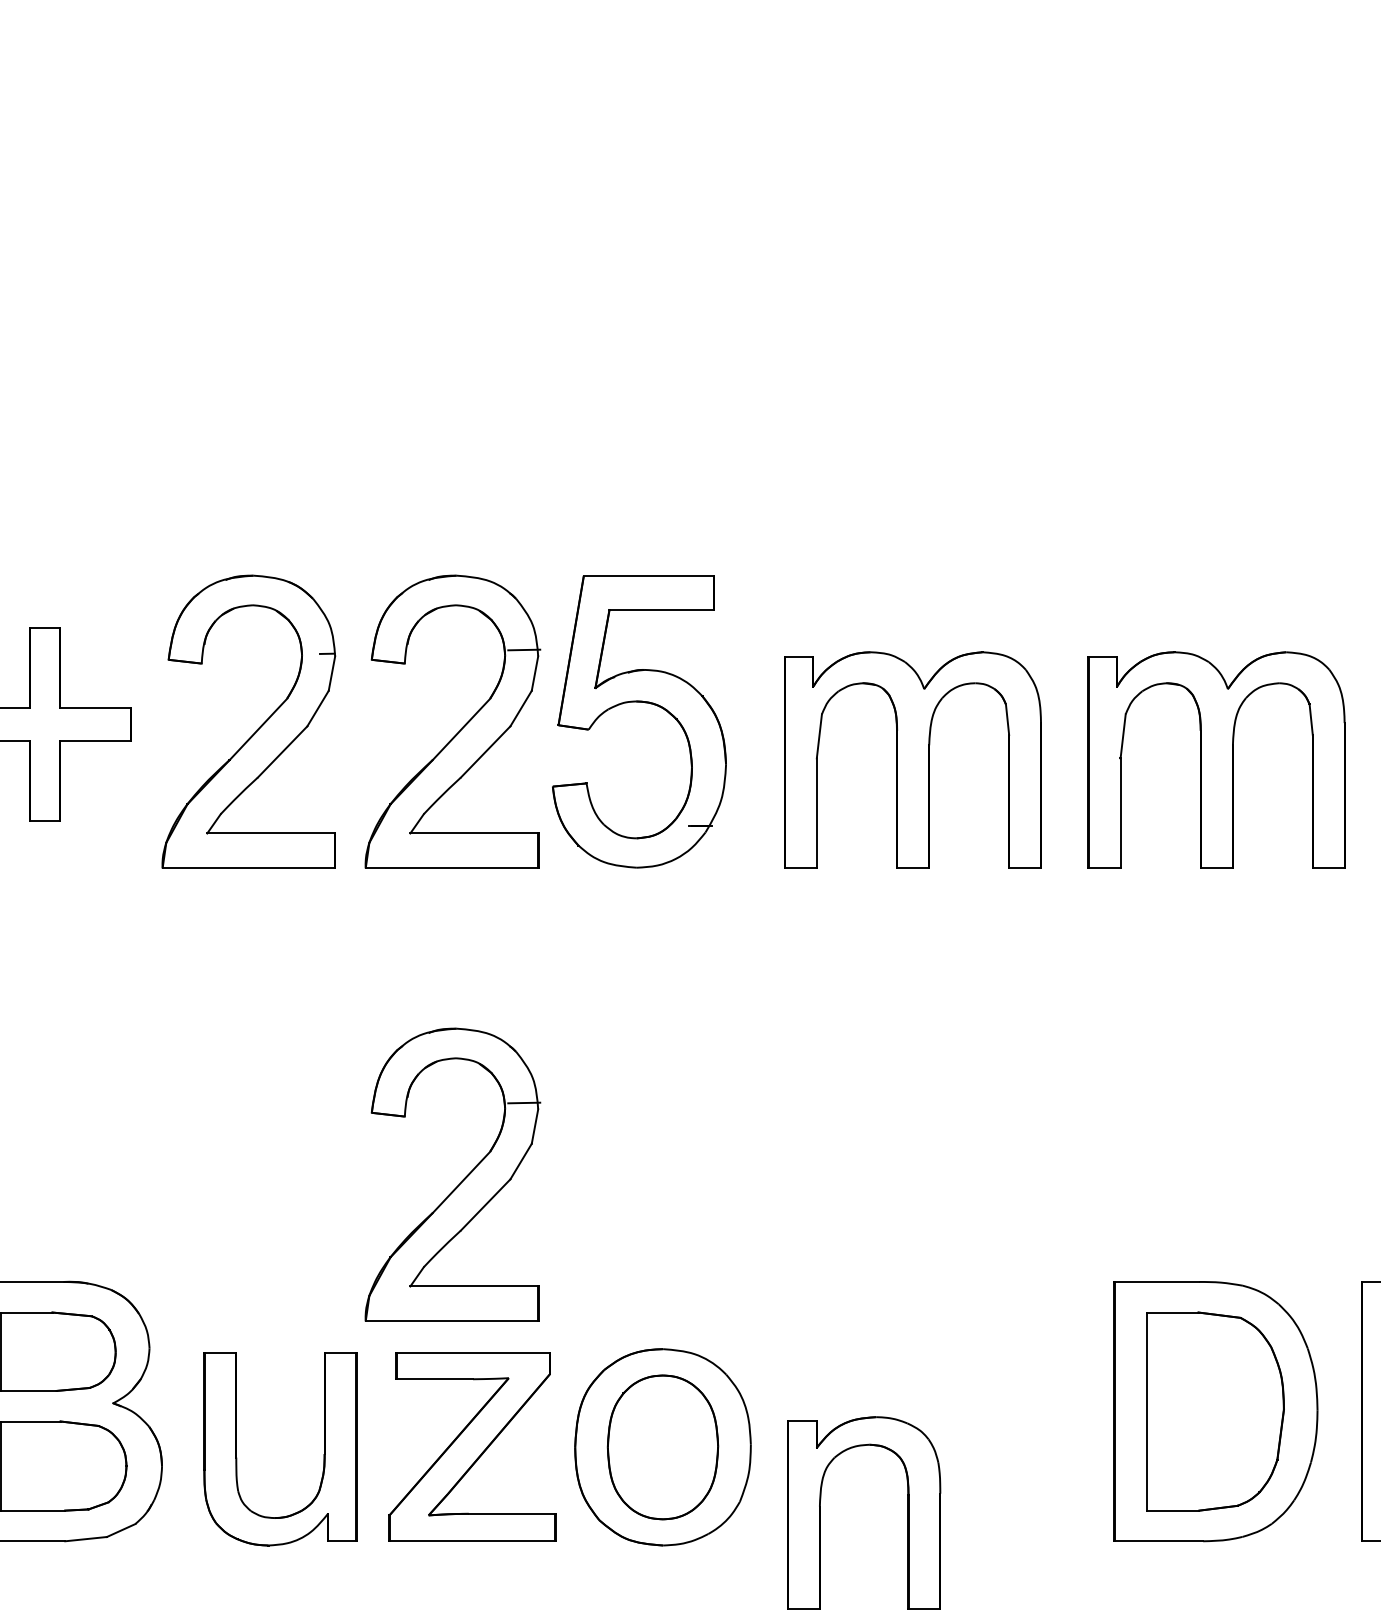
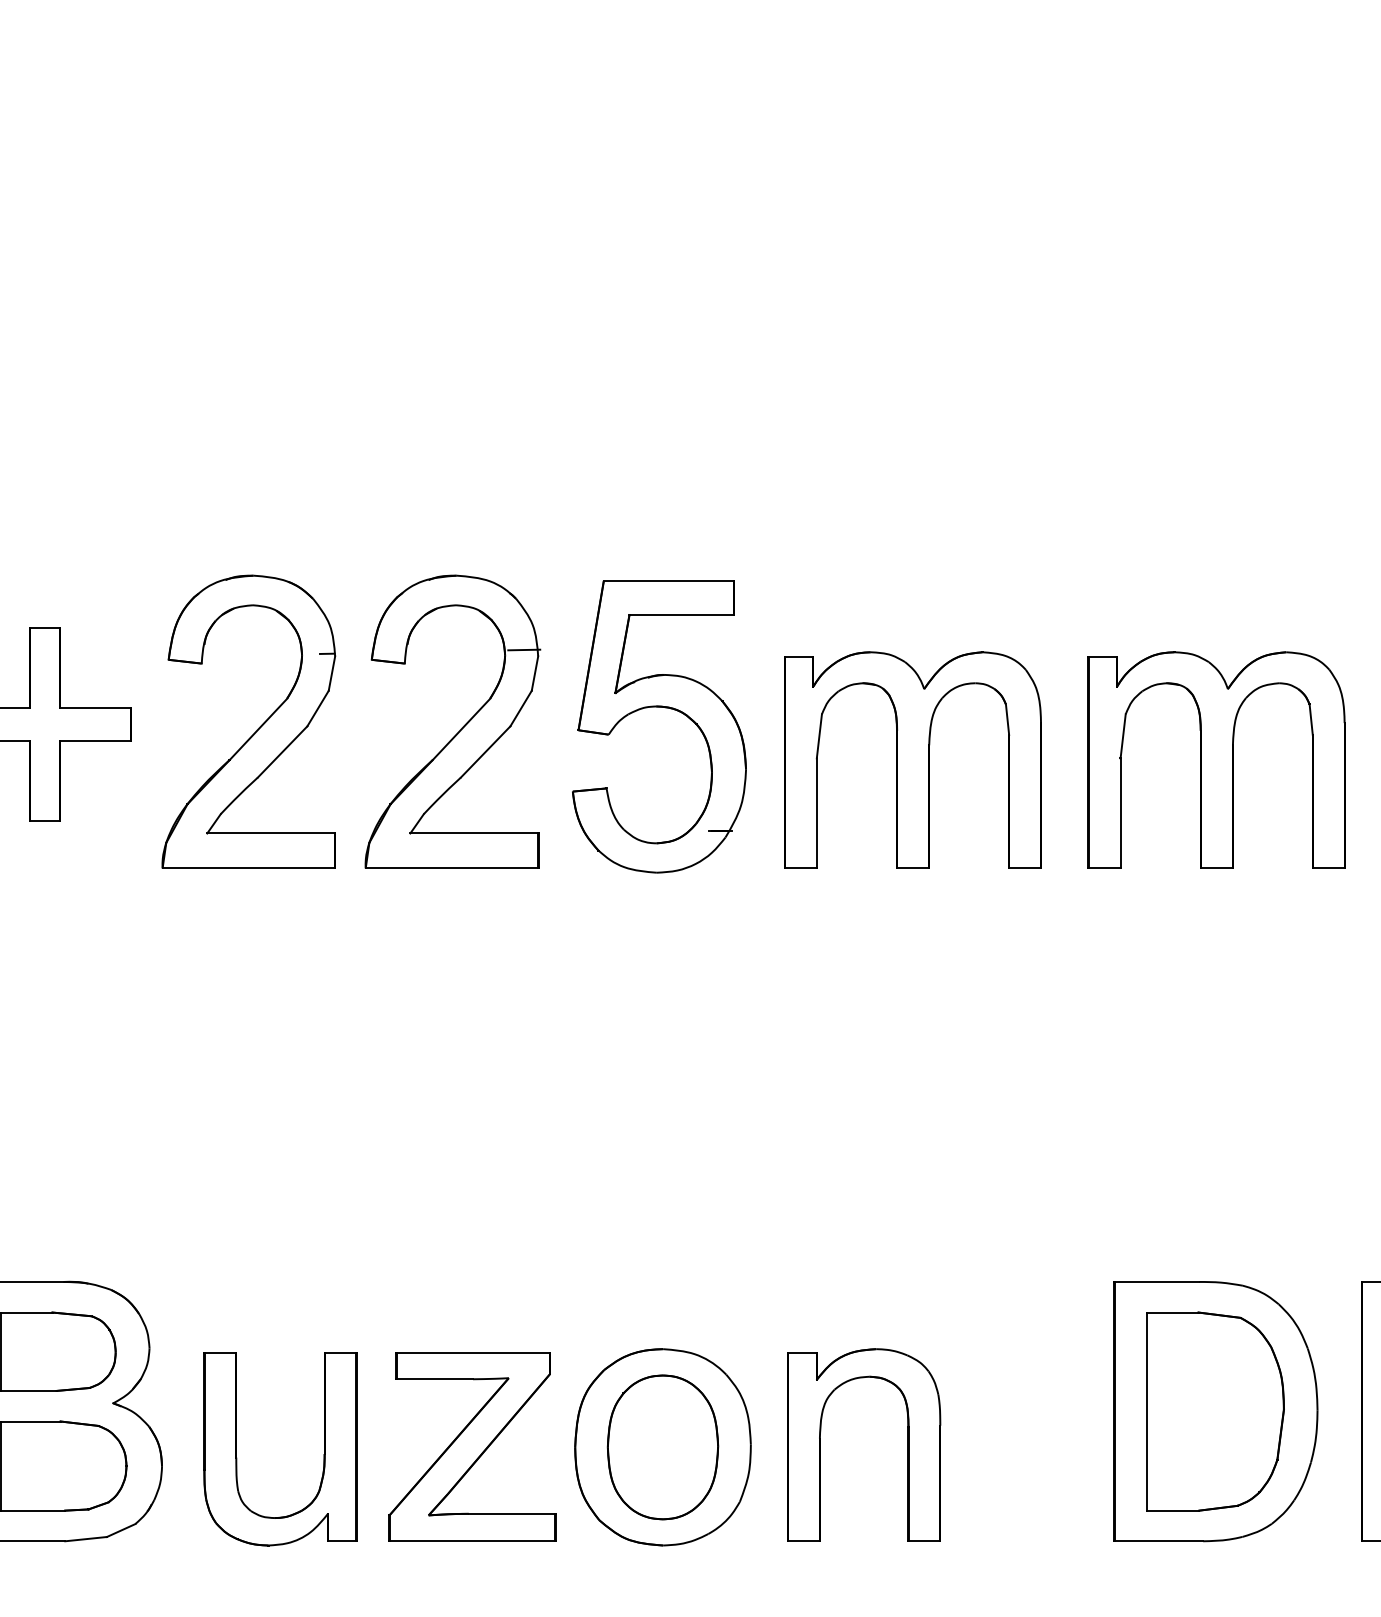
part at (645, 703) position: (645, 703) -> (665, 708)
part at (461, 1180): present -> none
part at (907, 1512) position: (907, 1512) -> (907, 1444)
